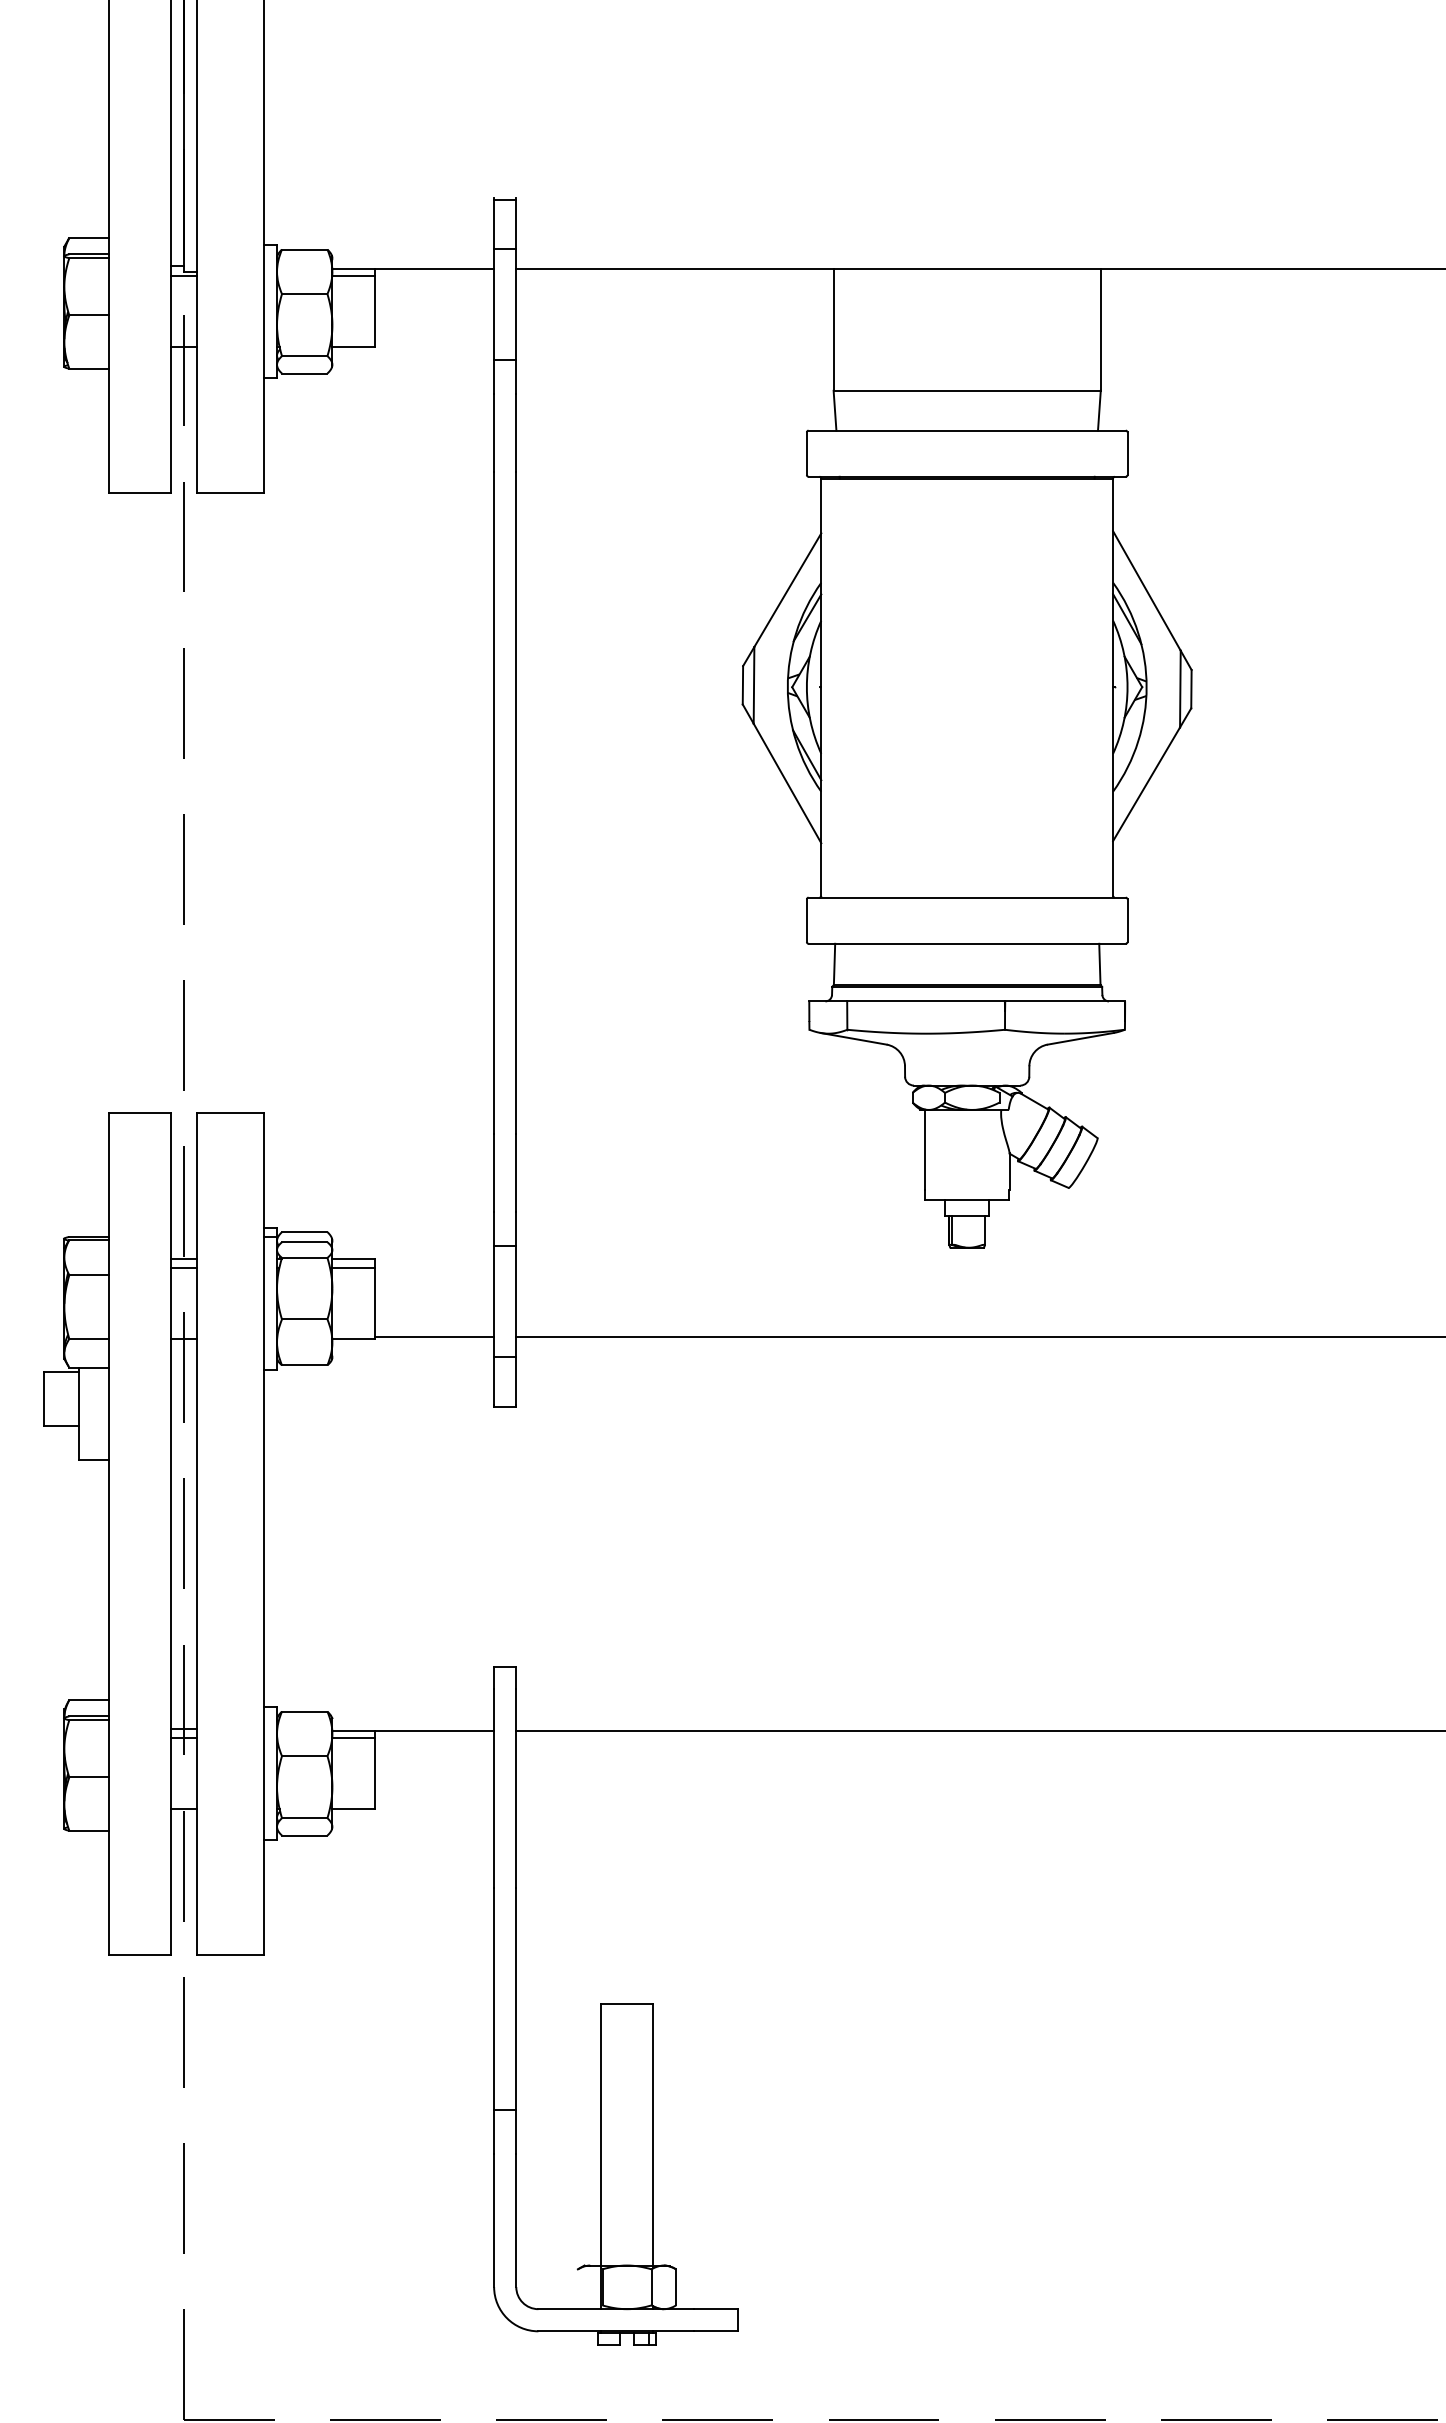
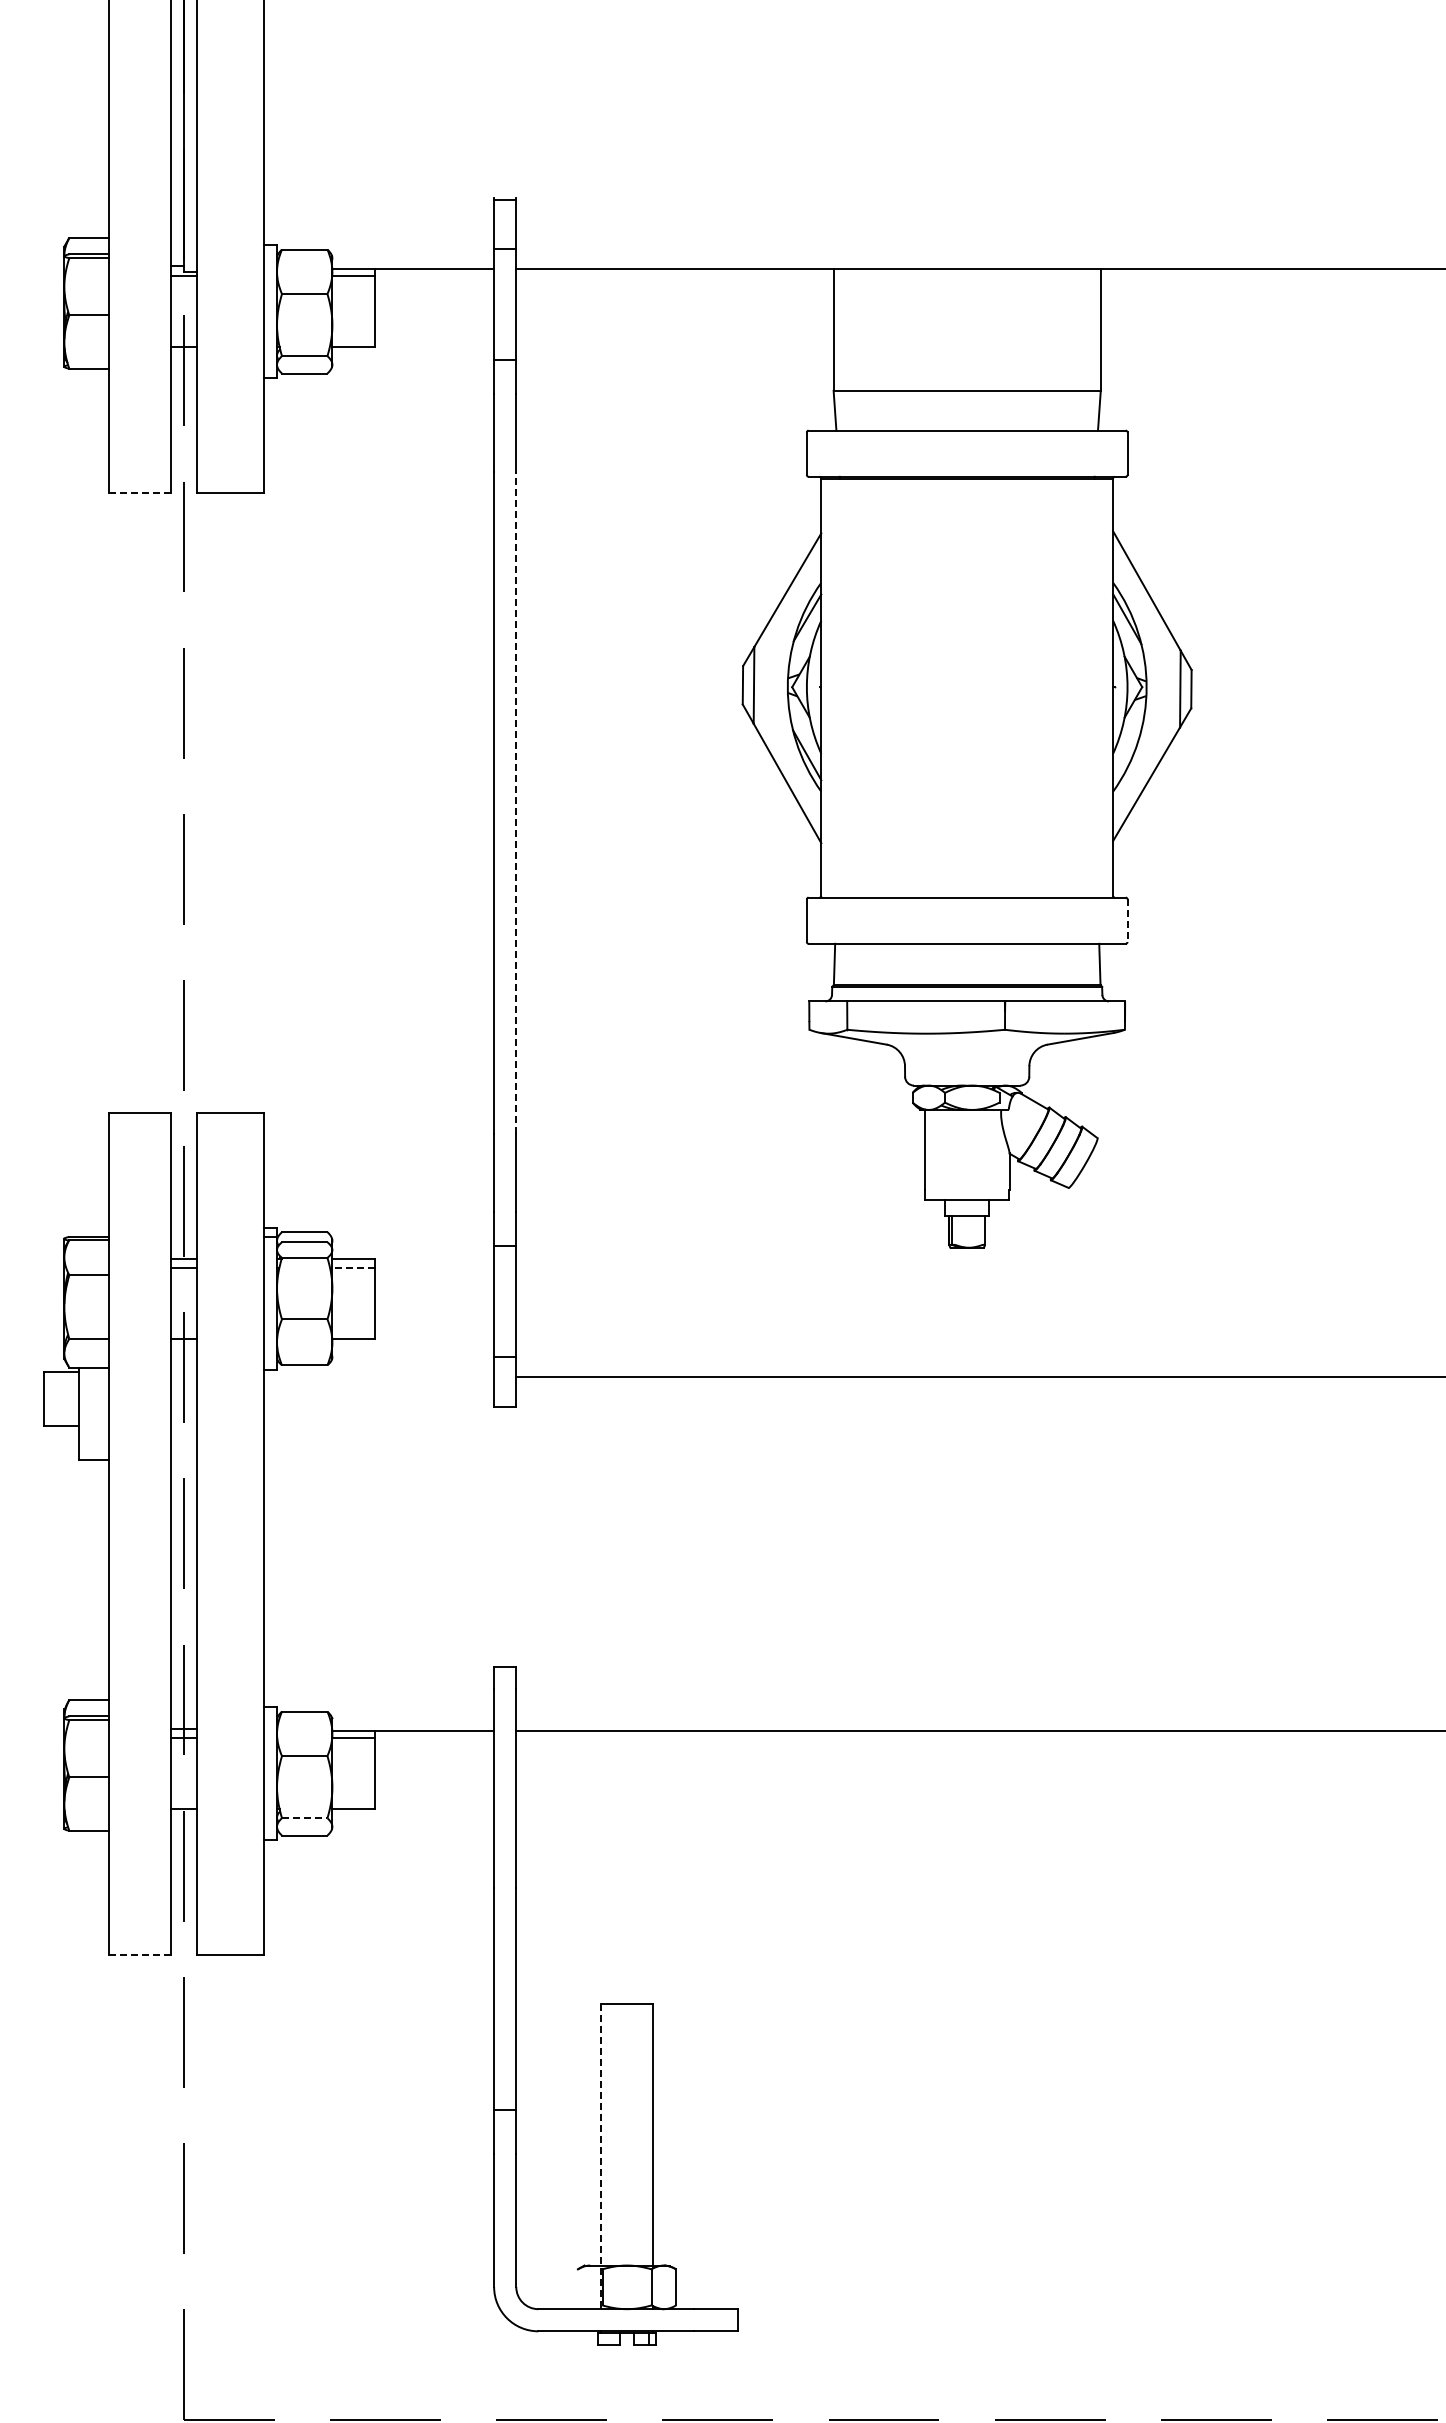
line at (139, 492): solid -> dashed
line at (516, 802): solid -> dashed
line at (1127, 921): solid -> dashed
line at (352, 1268): solid -> dashed
line at (434, 1336): present -> none
line at (979, 1336) position: (979, 1336) -> (979, 1376)
line at (304, 1818): solid -> dashed
line at (139, 1954): solid -> dashed
line at (600, 2157): solid -> dashed
